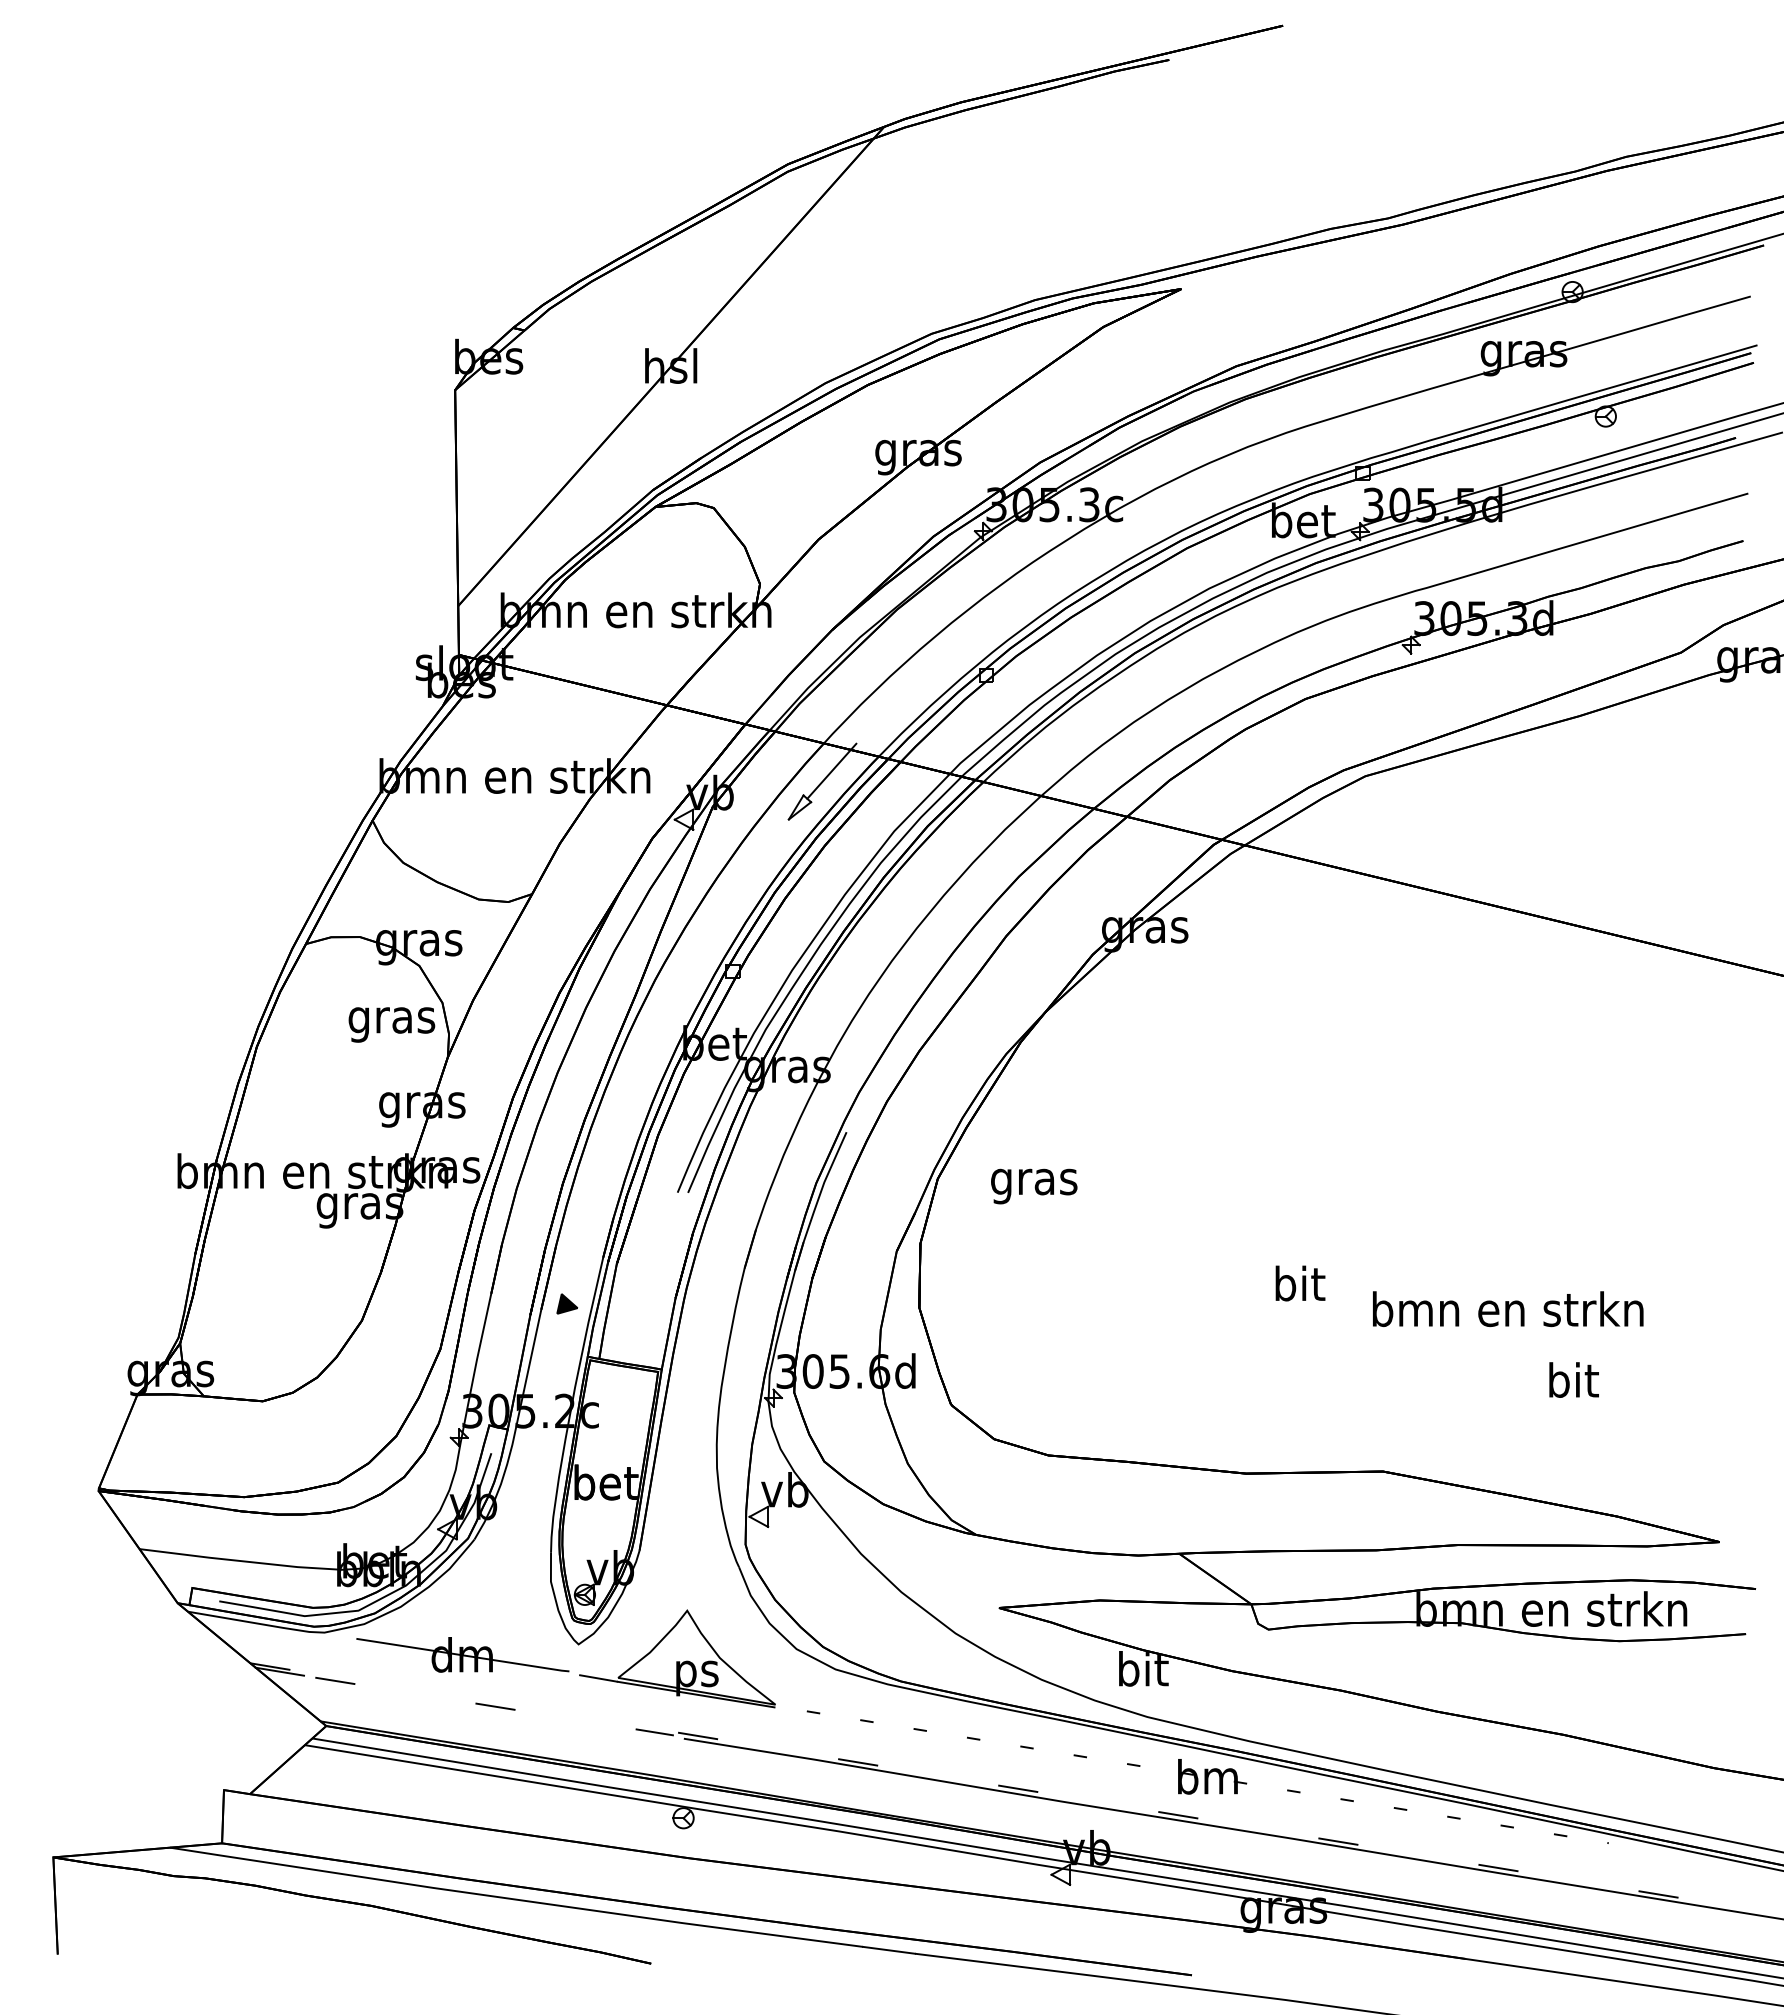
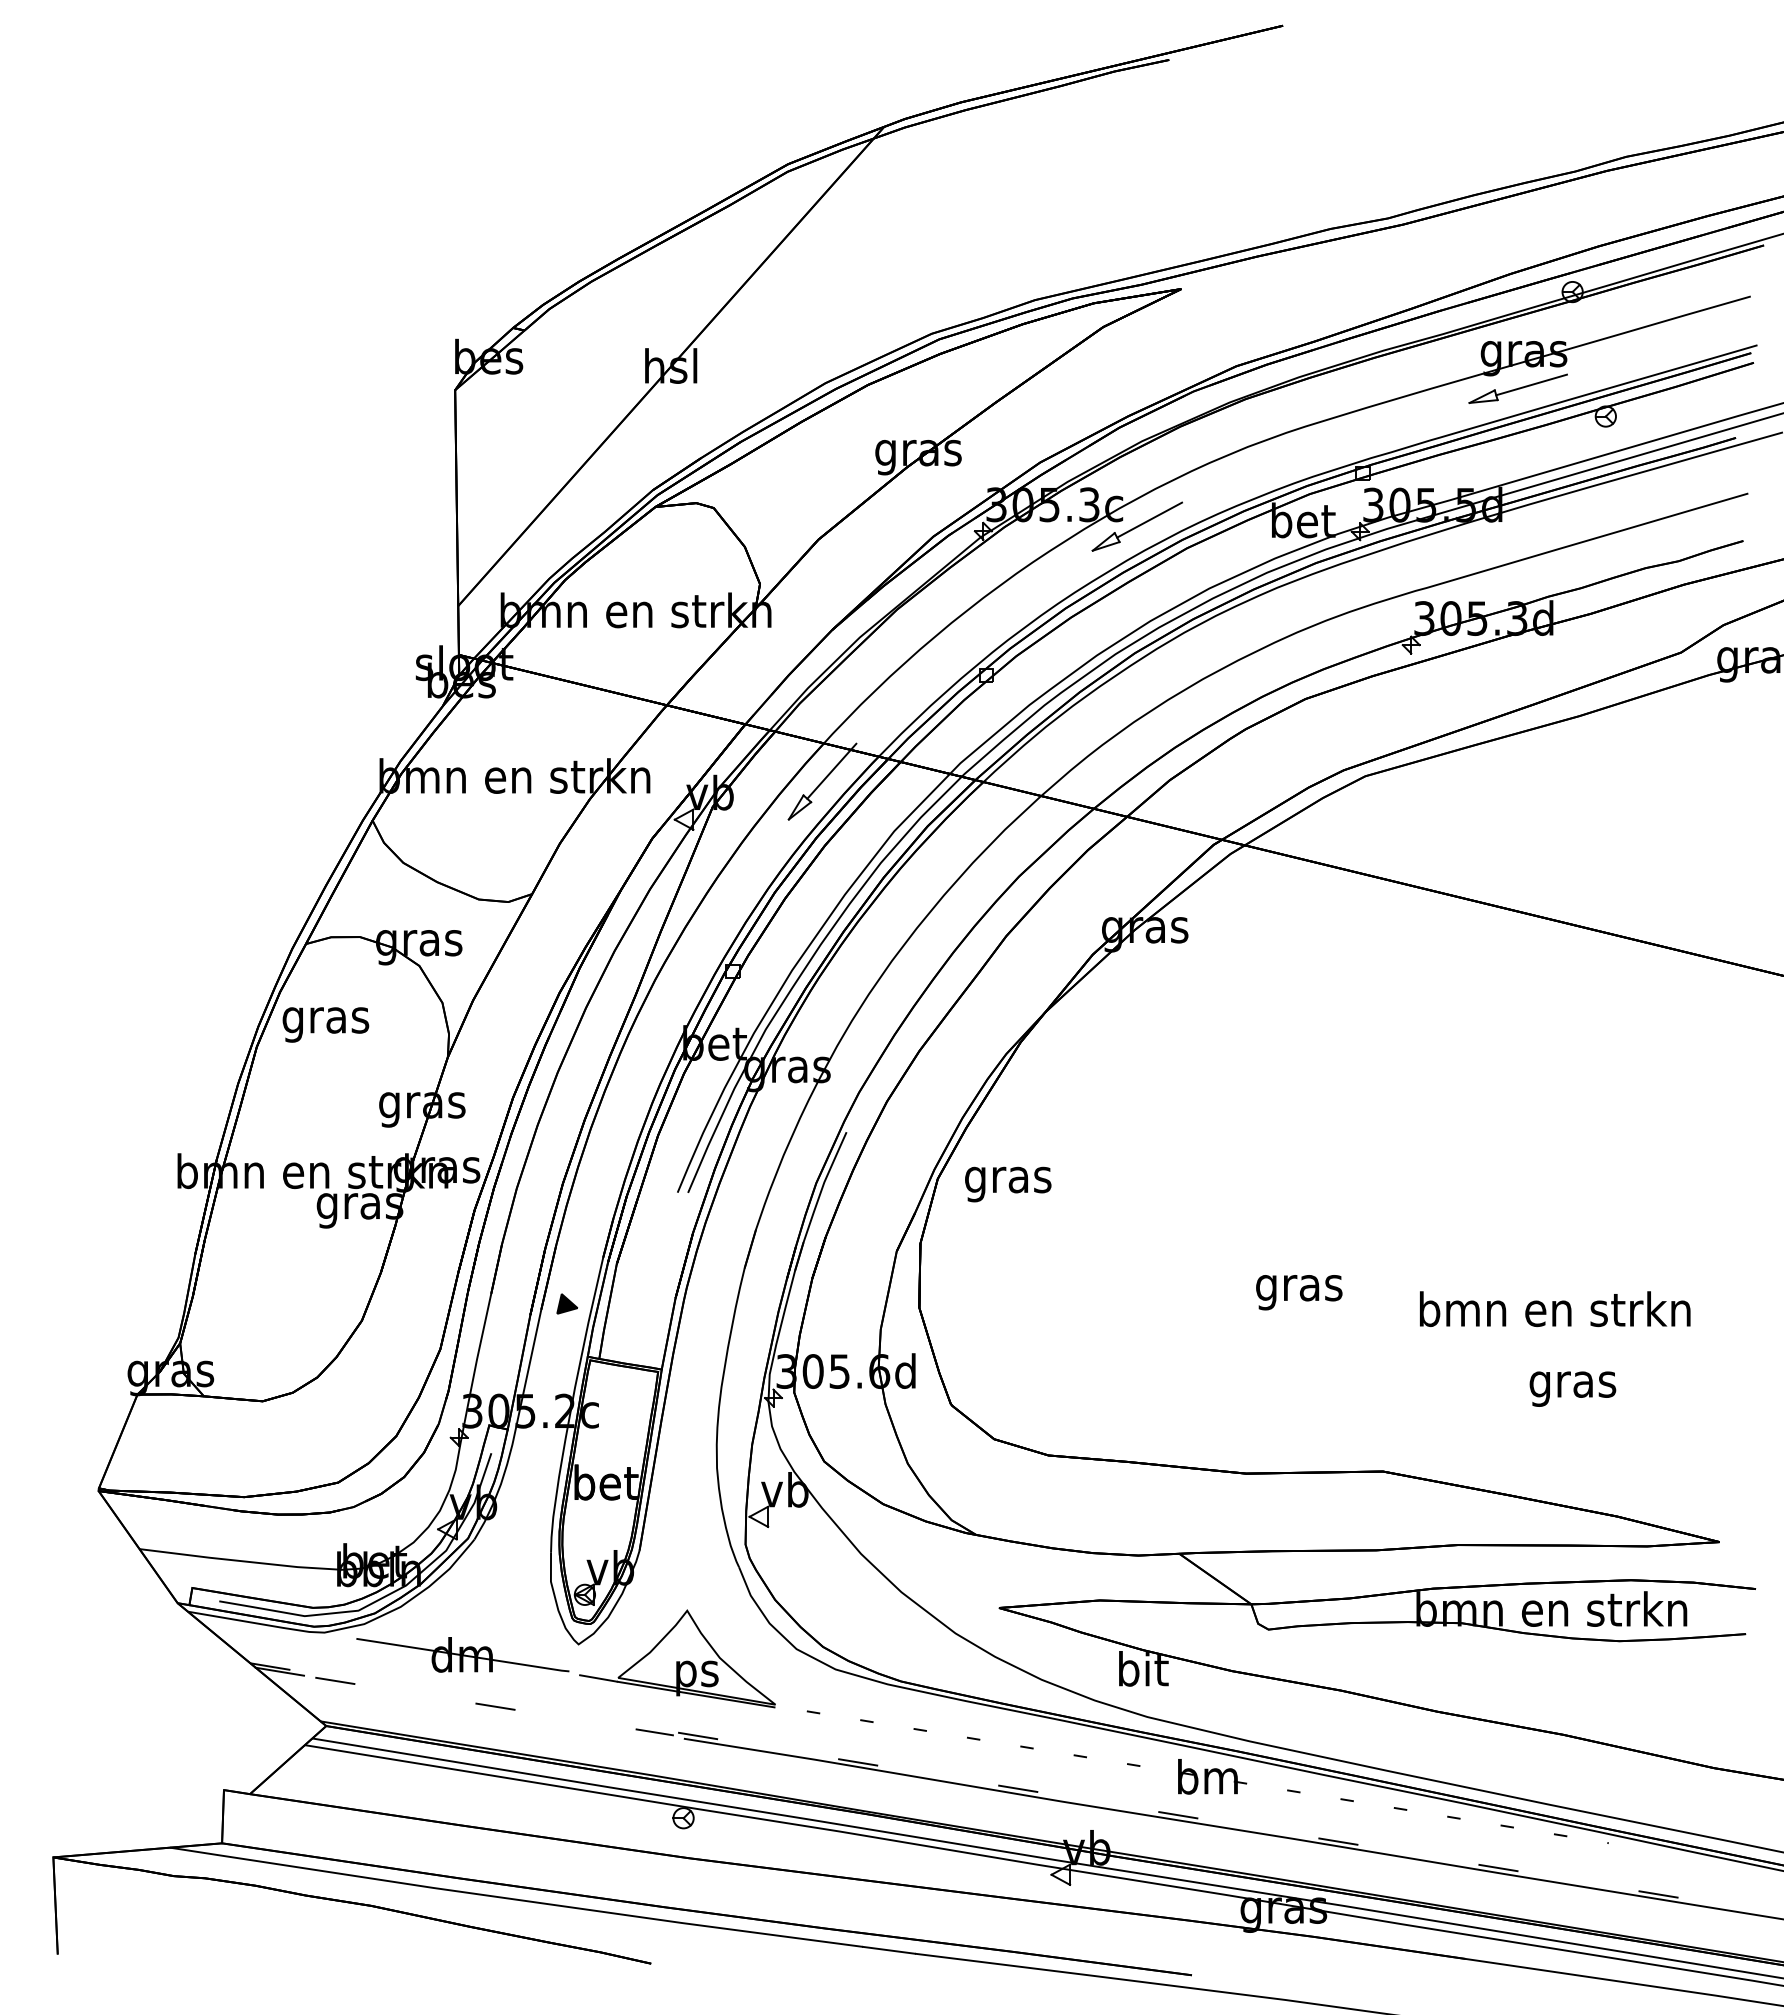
part at (1517, 388): none -> present
part at (1136, 526): none -> present
text at (391, 1024) position: (391, 1024) -> (325, 1024)
text at (1034, 1186) position: (1034, 1186) -> (1008, 1184)
text at (1299, 1287): bit -> gras
text at (1508, 1309) position: (1508, 1309) -> (1555, 1309)
text at (1572, 1384): bit -> gras
